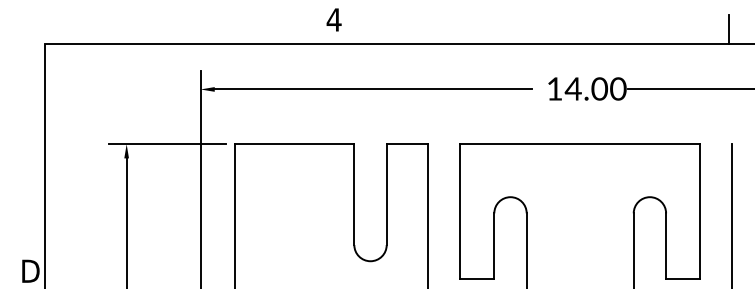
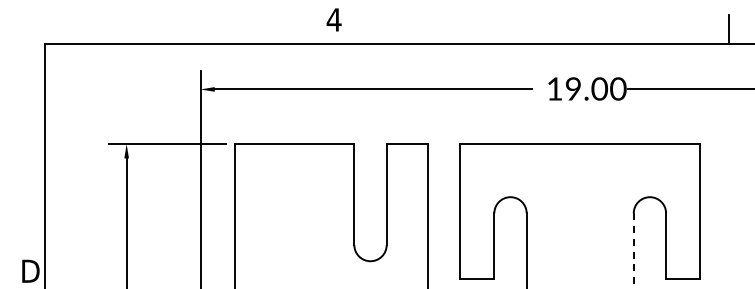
text at (572, 88): 14.00 -> 19.00
line at (732, 214): present -> none
line at (633, 251): solid -> dashed
